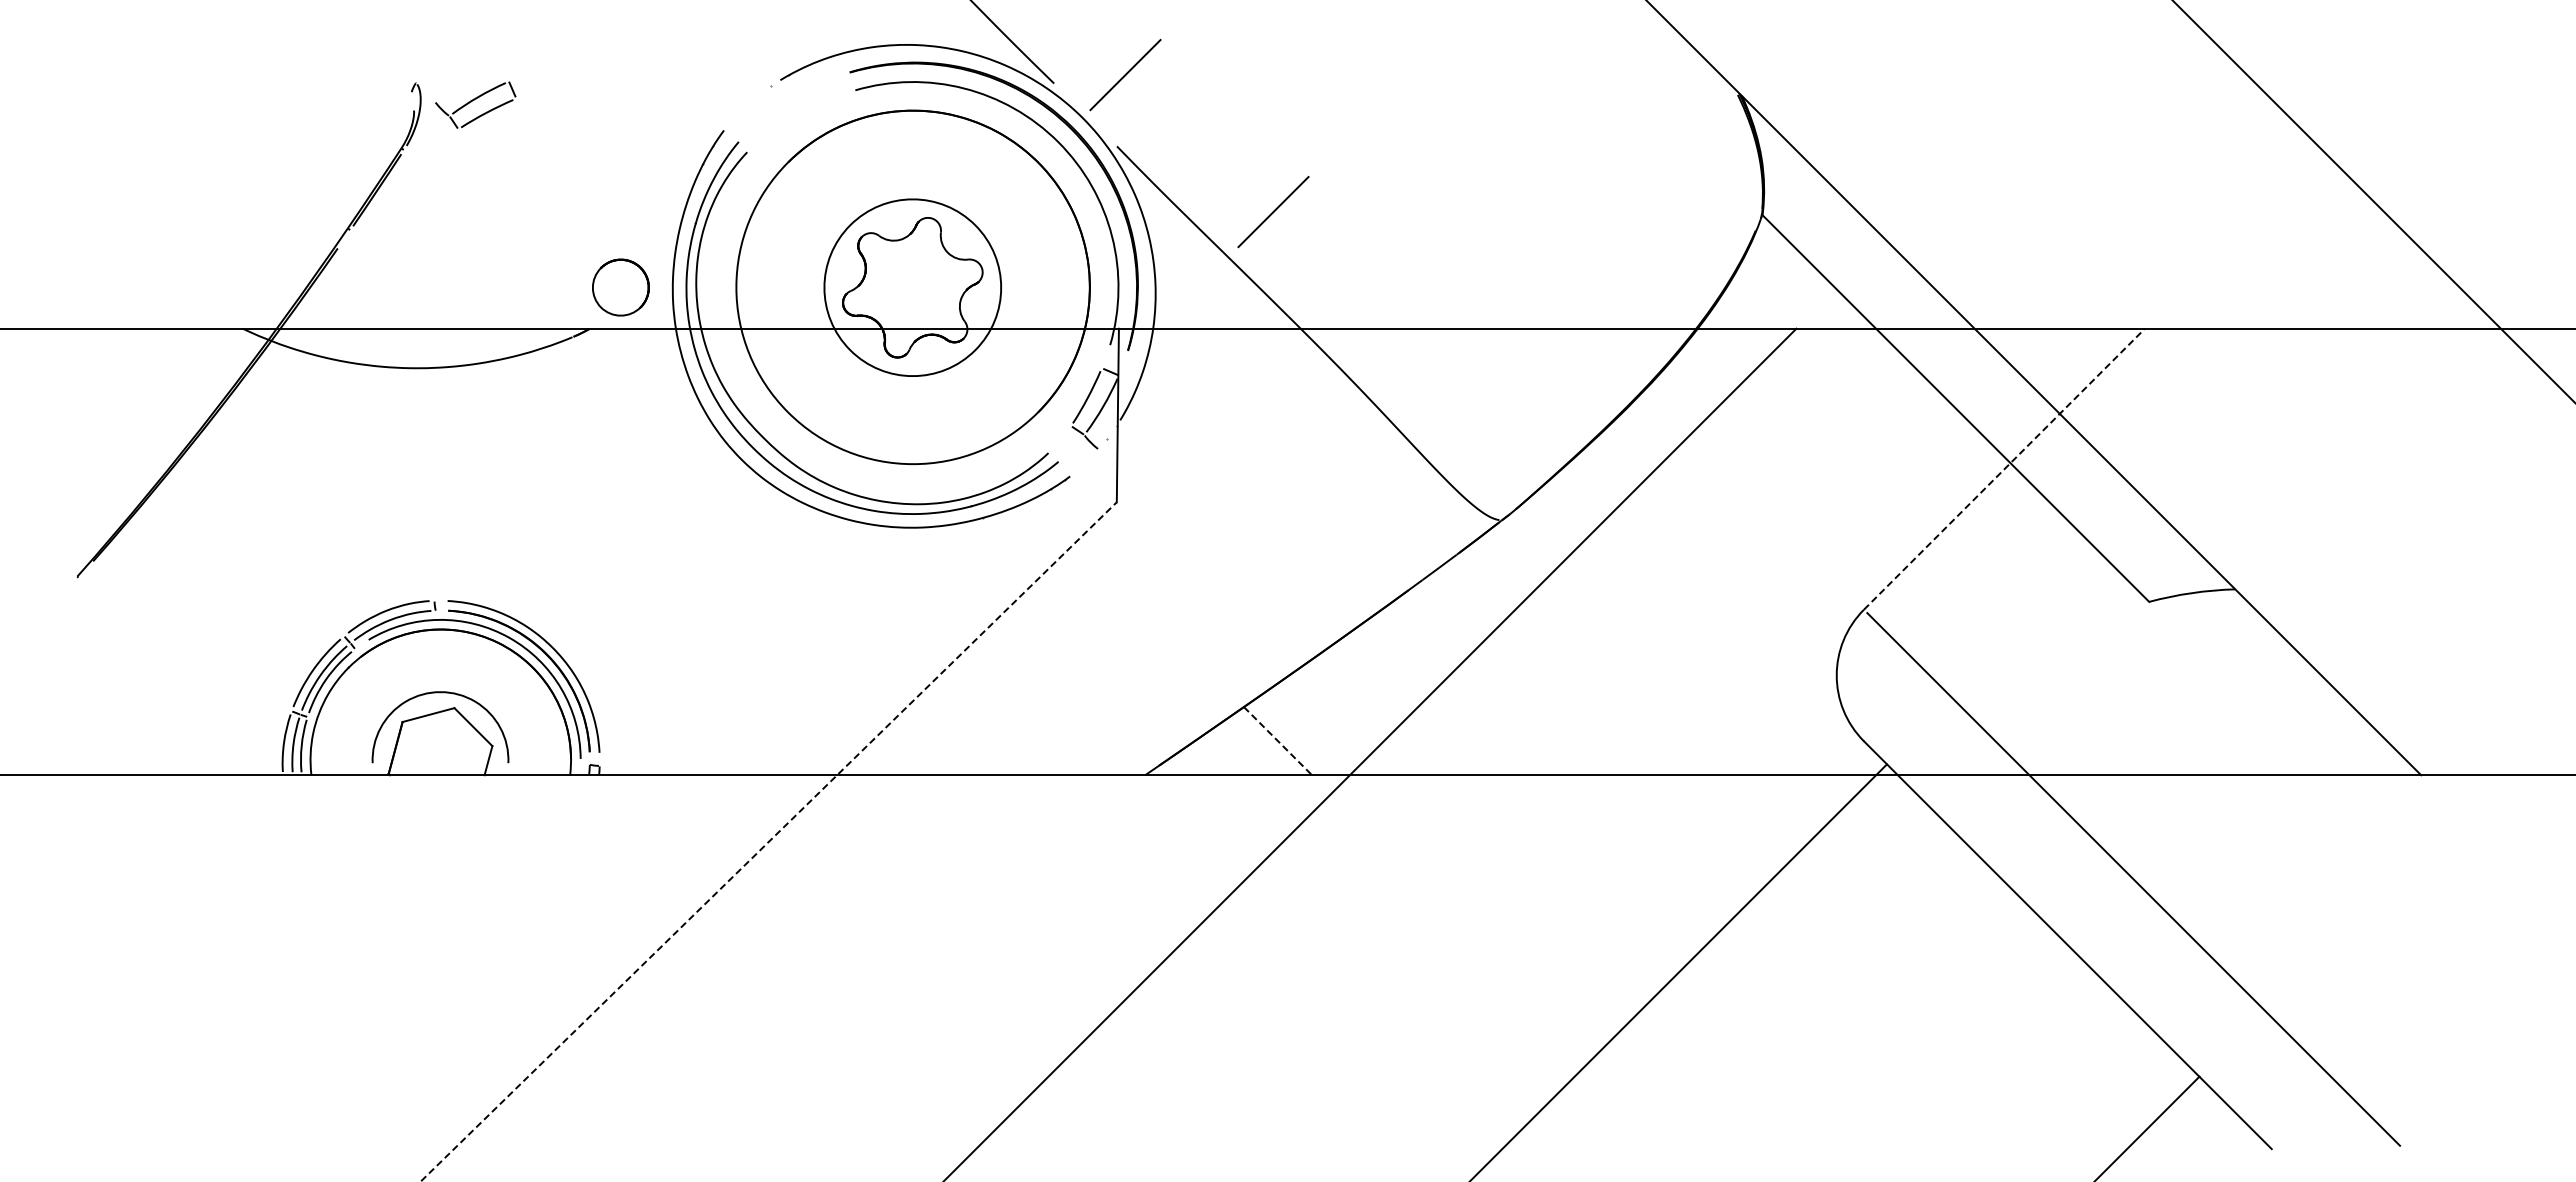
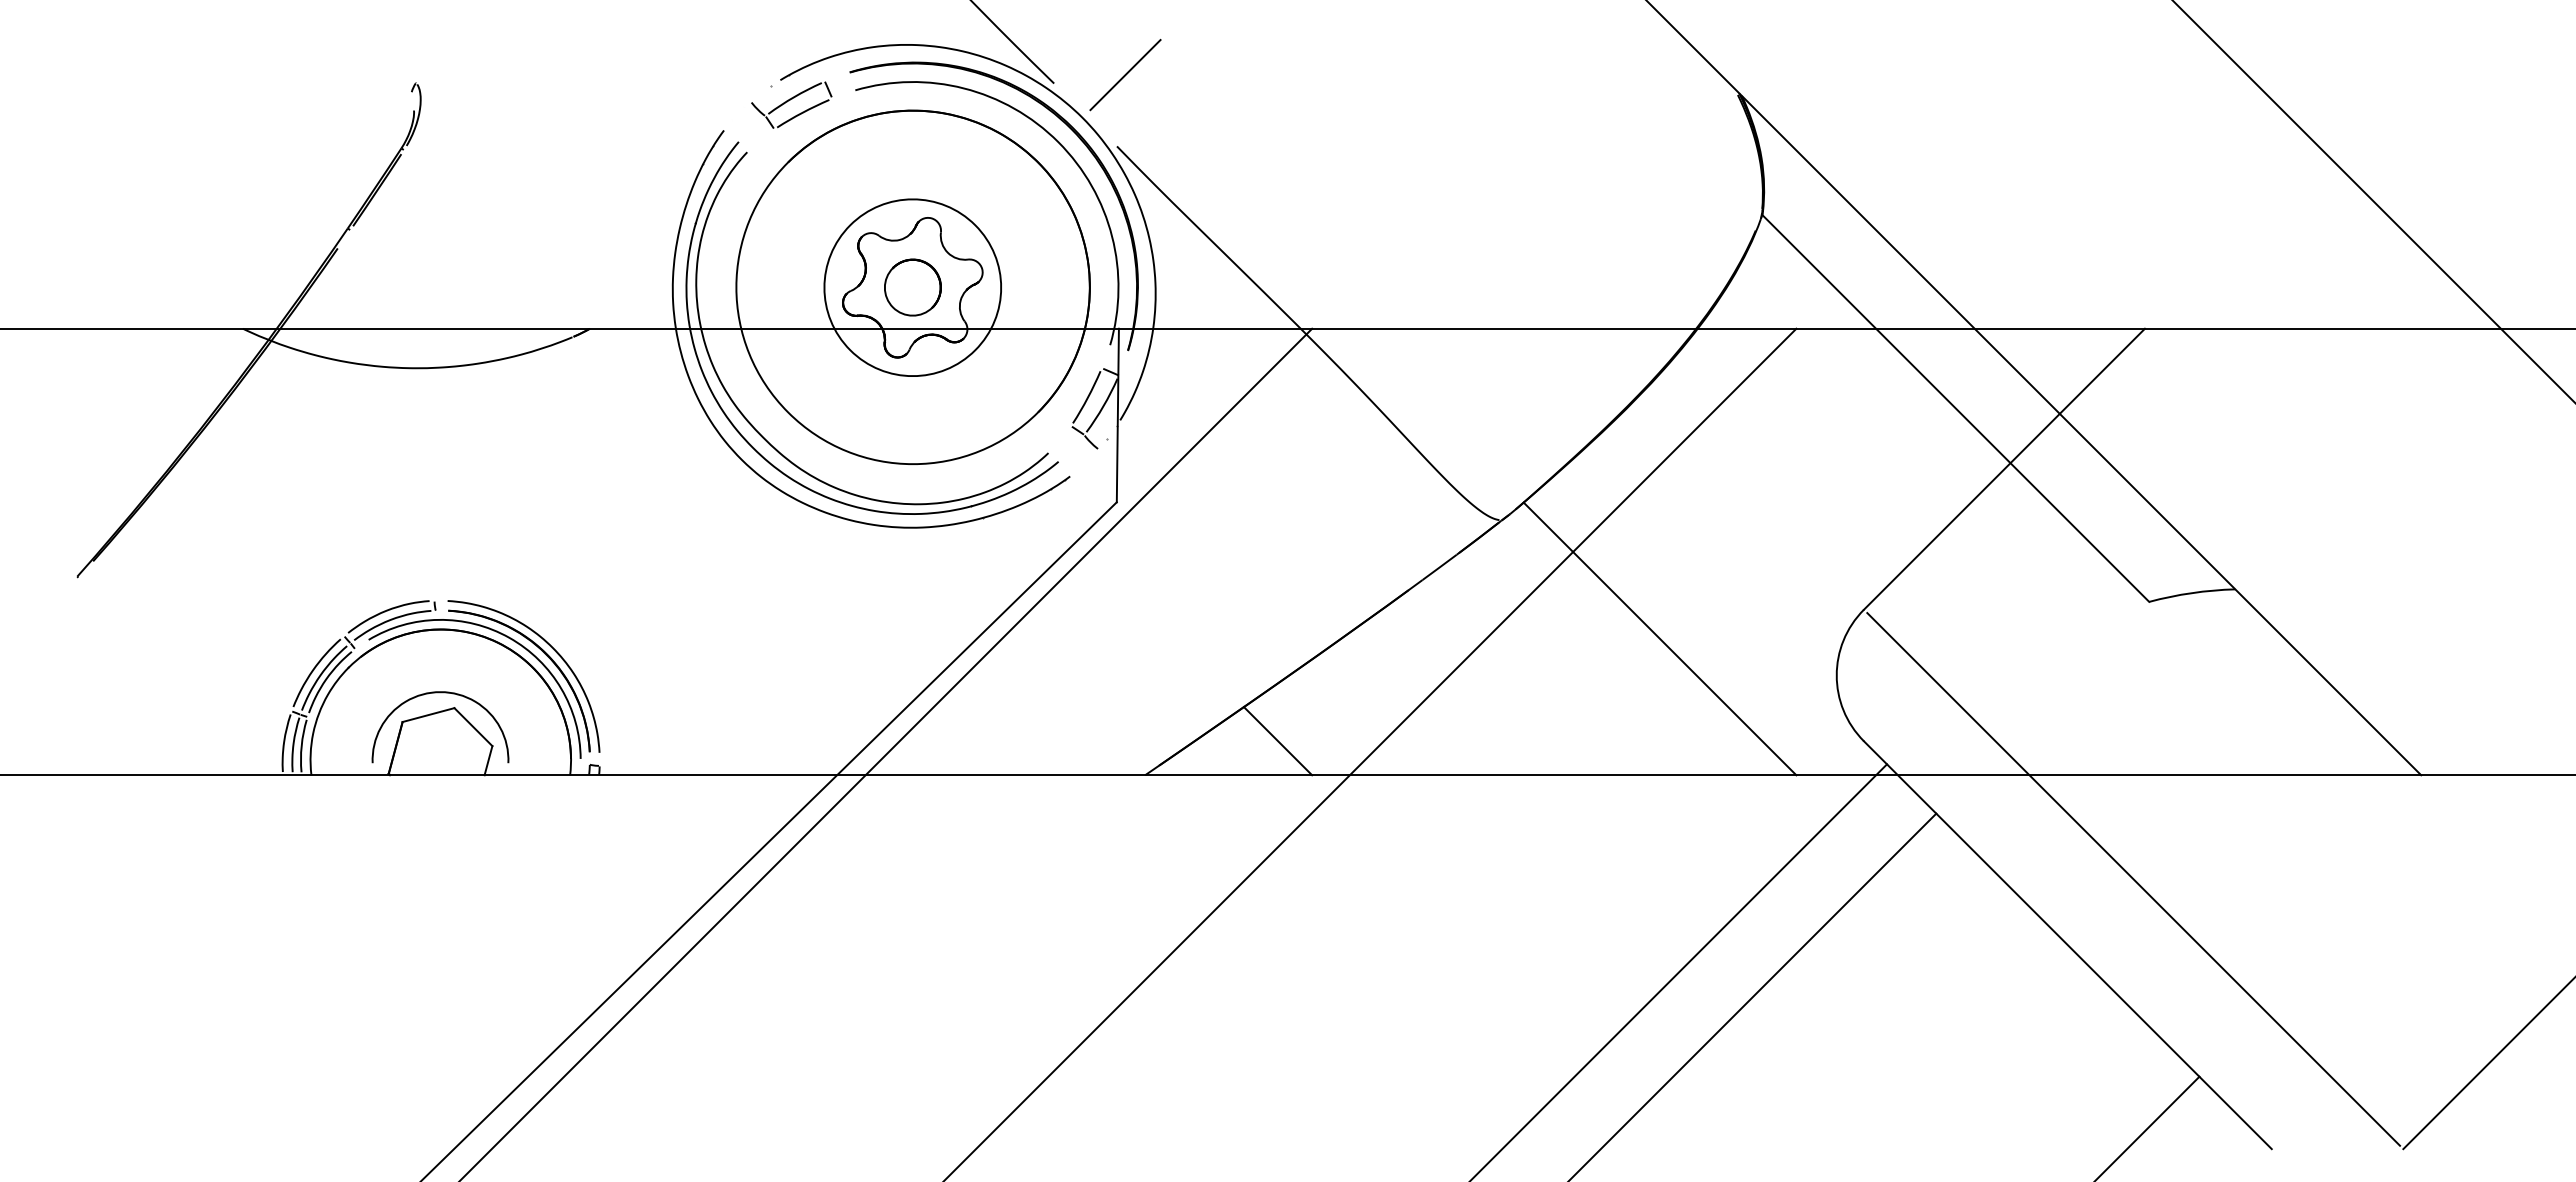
part at (475, 104) position: (475, 104) -> (791, 104)
line at (1273, 211): present -> none
part at (620, 287) position: (620, 287) -> (912, 287)
line at (2004, 469): dashed -> solid
line at (1659, 638): none -> present
line at (1278, 741): dashed -> solid
line at (887, 753): none -> present
line at (769, 841): dashed -> solid
line at (1753, 995): none -> present
line at (2487, 1064): none -> present
